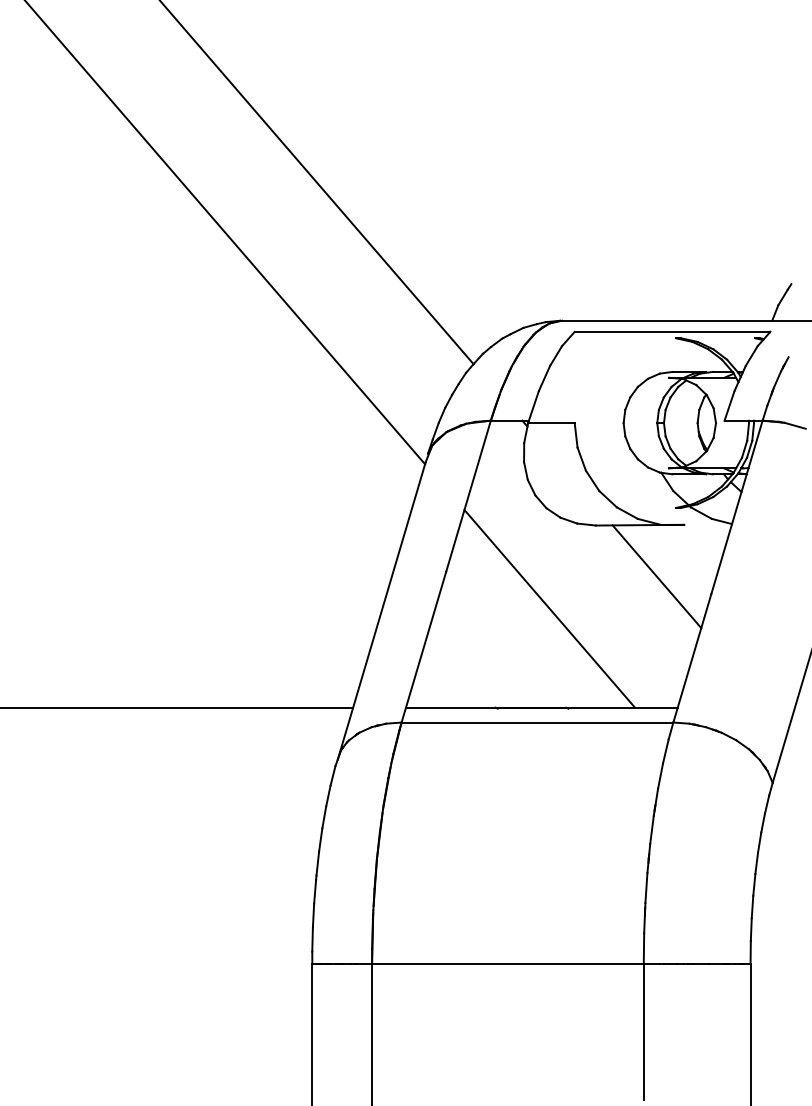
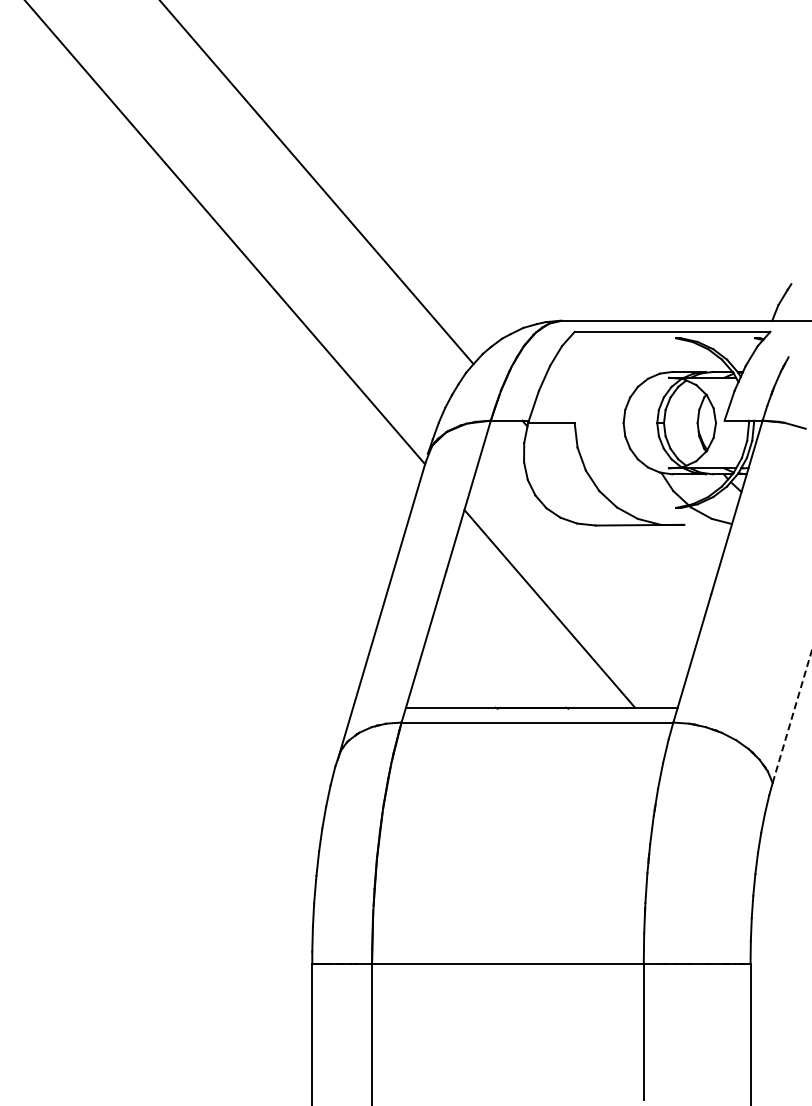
line at (656, 576): present -> none
line at (177, 707): present -> none
line at (792, 716): solid -> dashed
